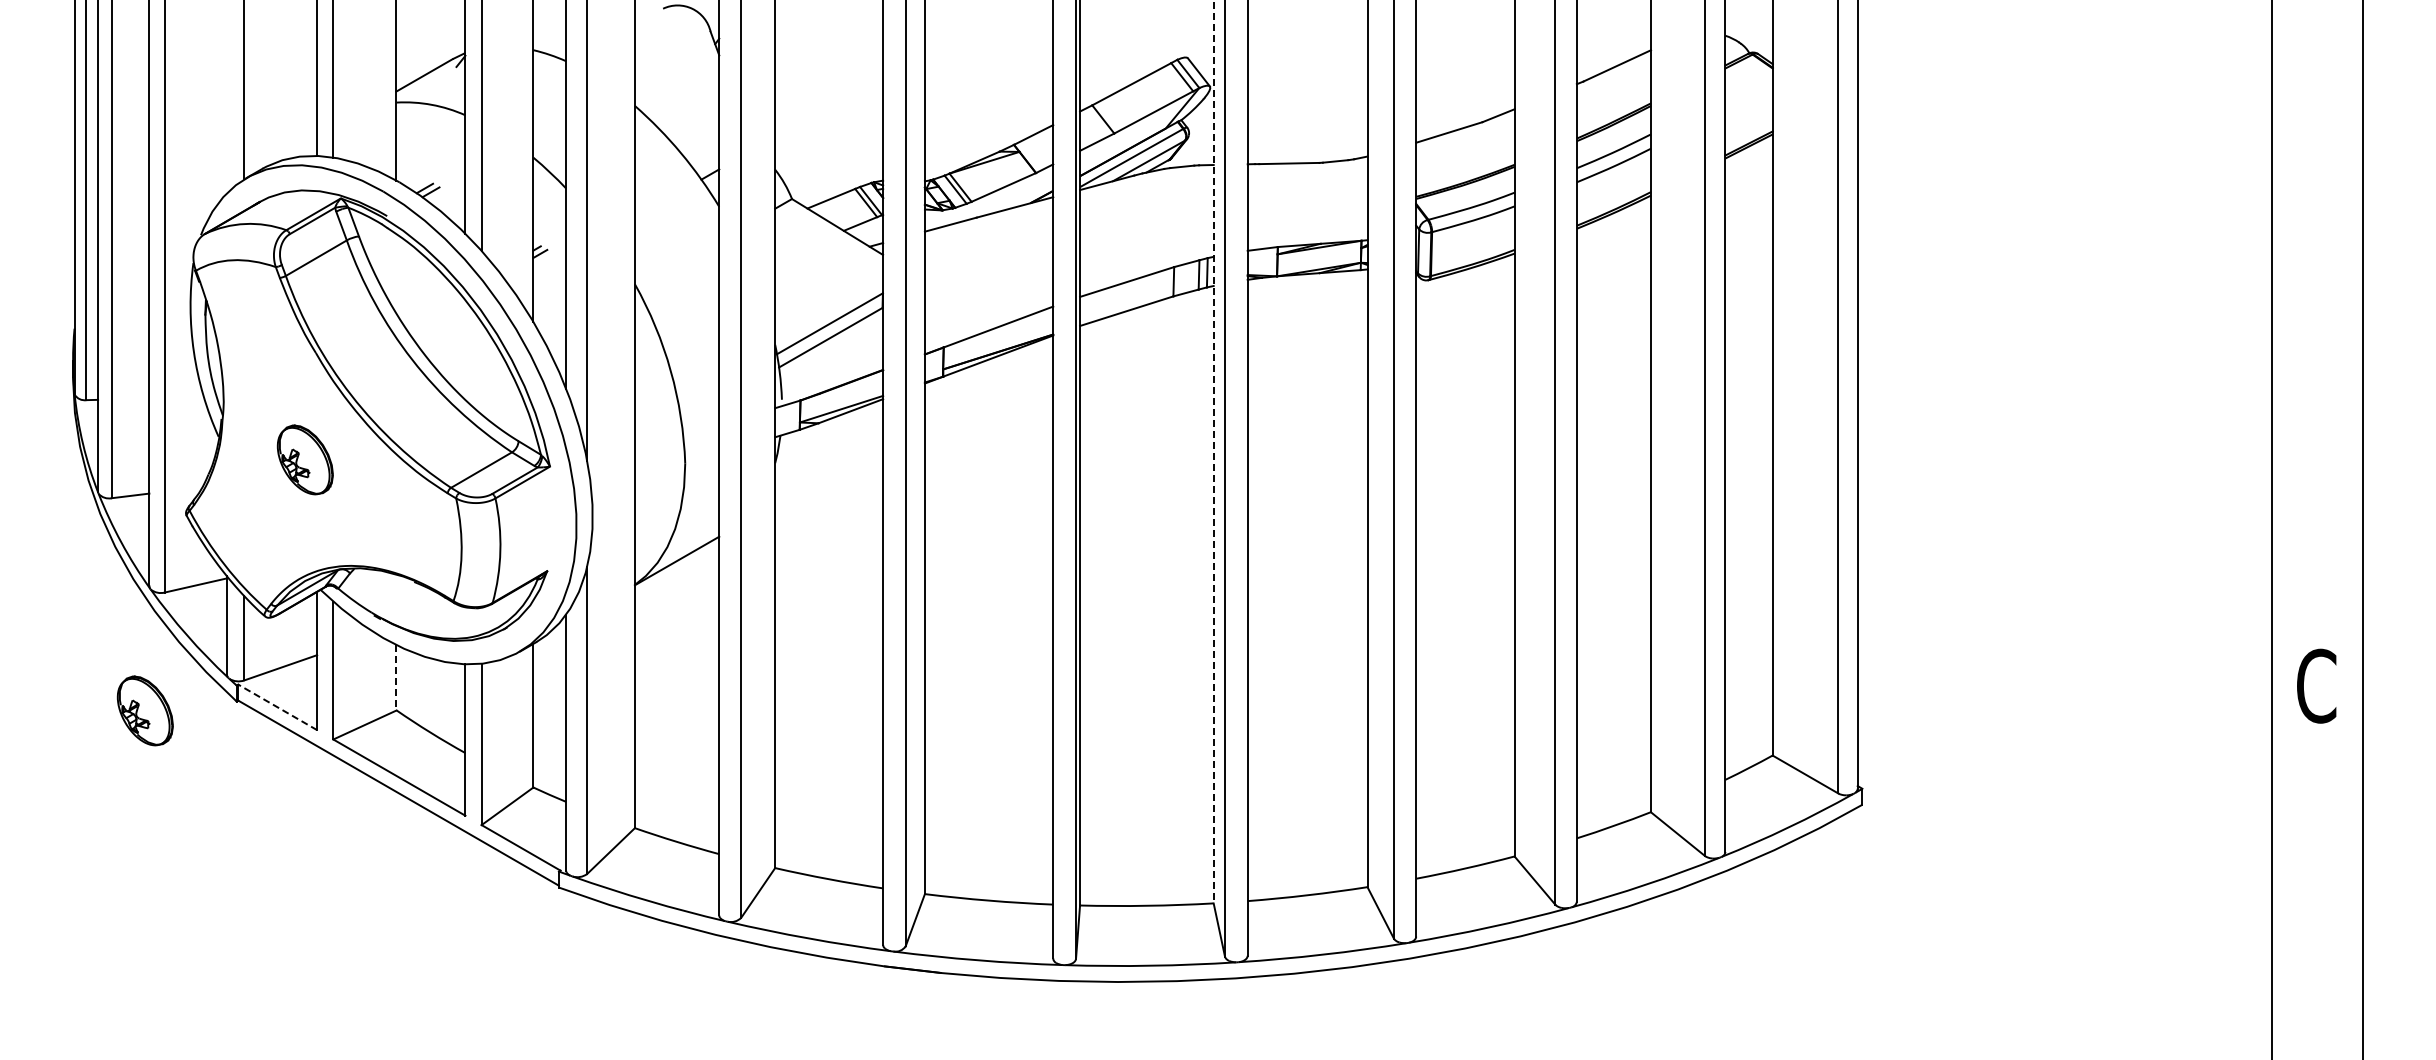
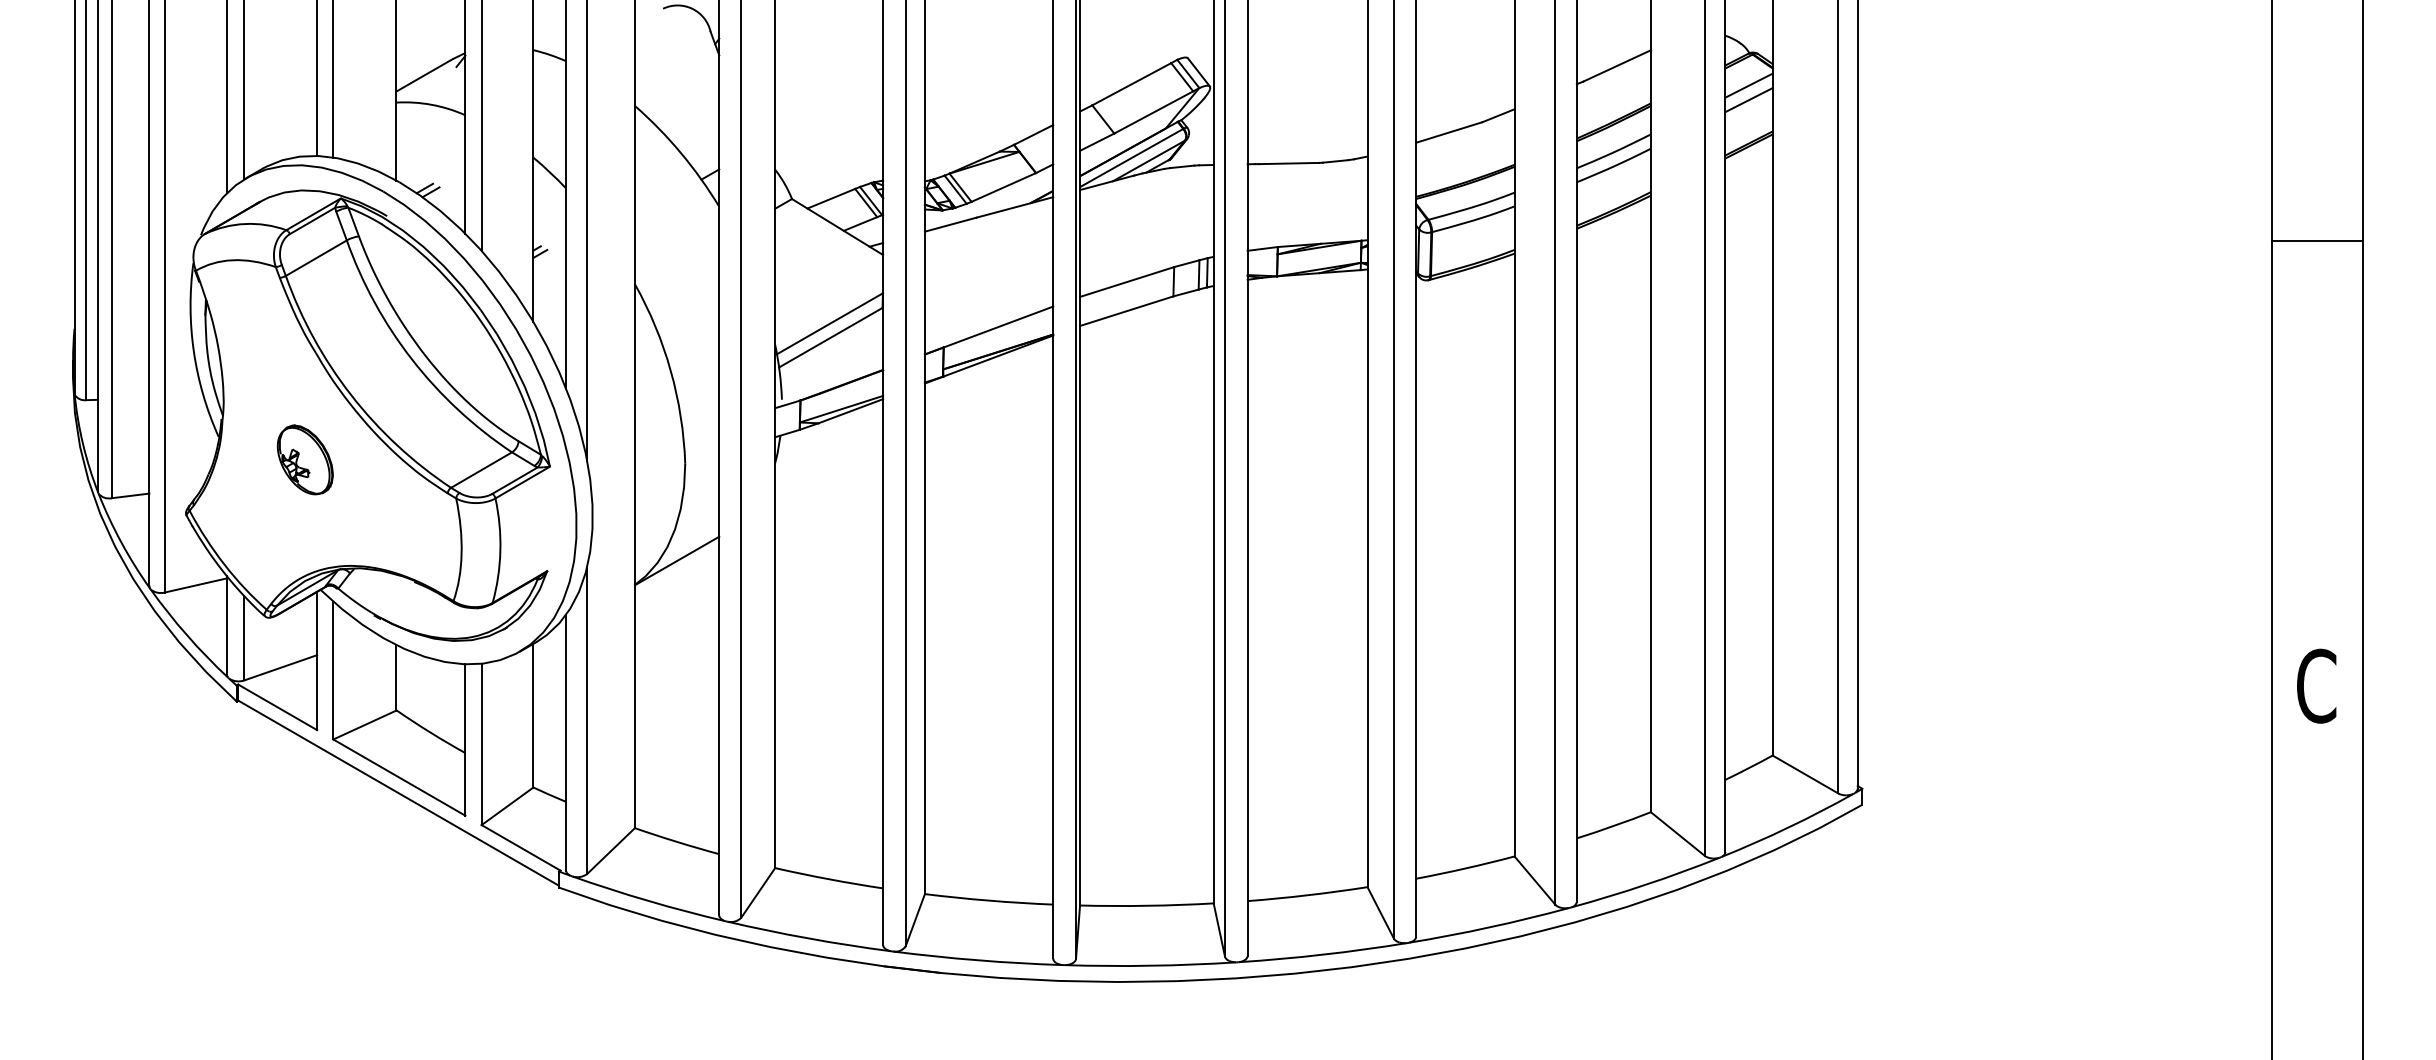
line at (1748, 85): none -> present
line at (227, 97): none -> present
line at (1748, 100): none -> present
line at (2316, 240): none -> present
line at (1213, 451): dashed -> solid
line at (396, 677): dashed -> solid
line at (277, 707): dashed -> solid
part at (144, 710): present -> none
